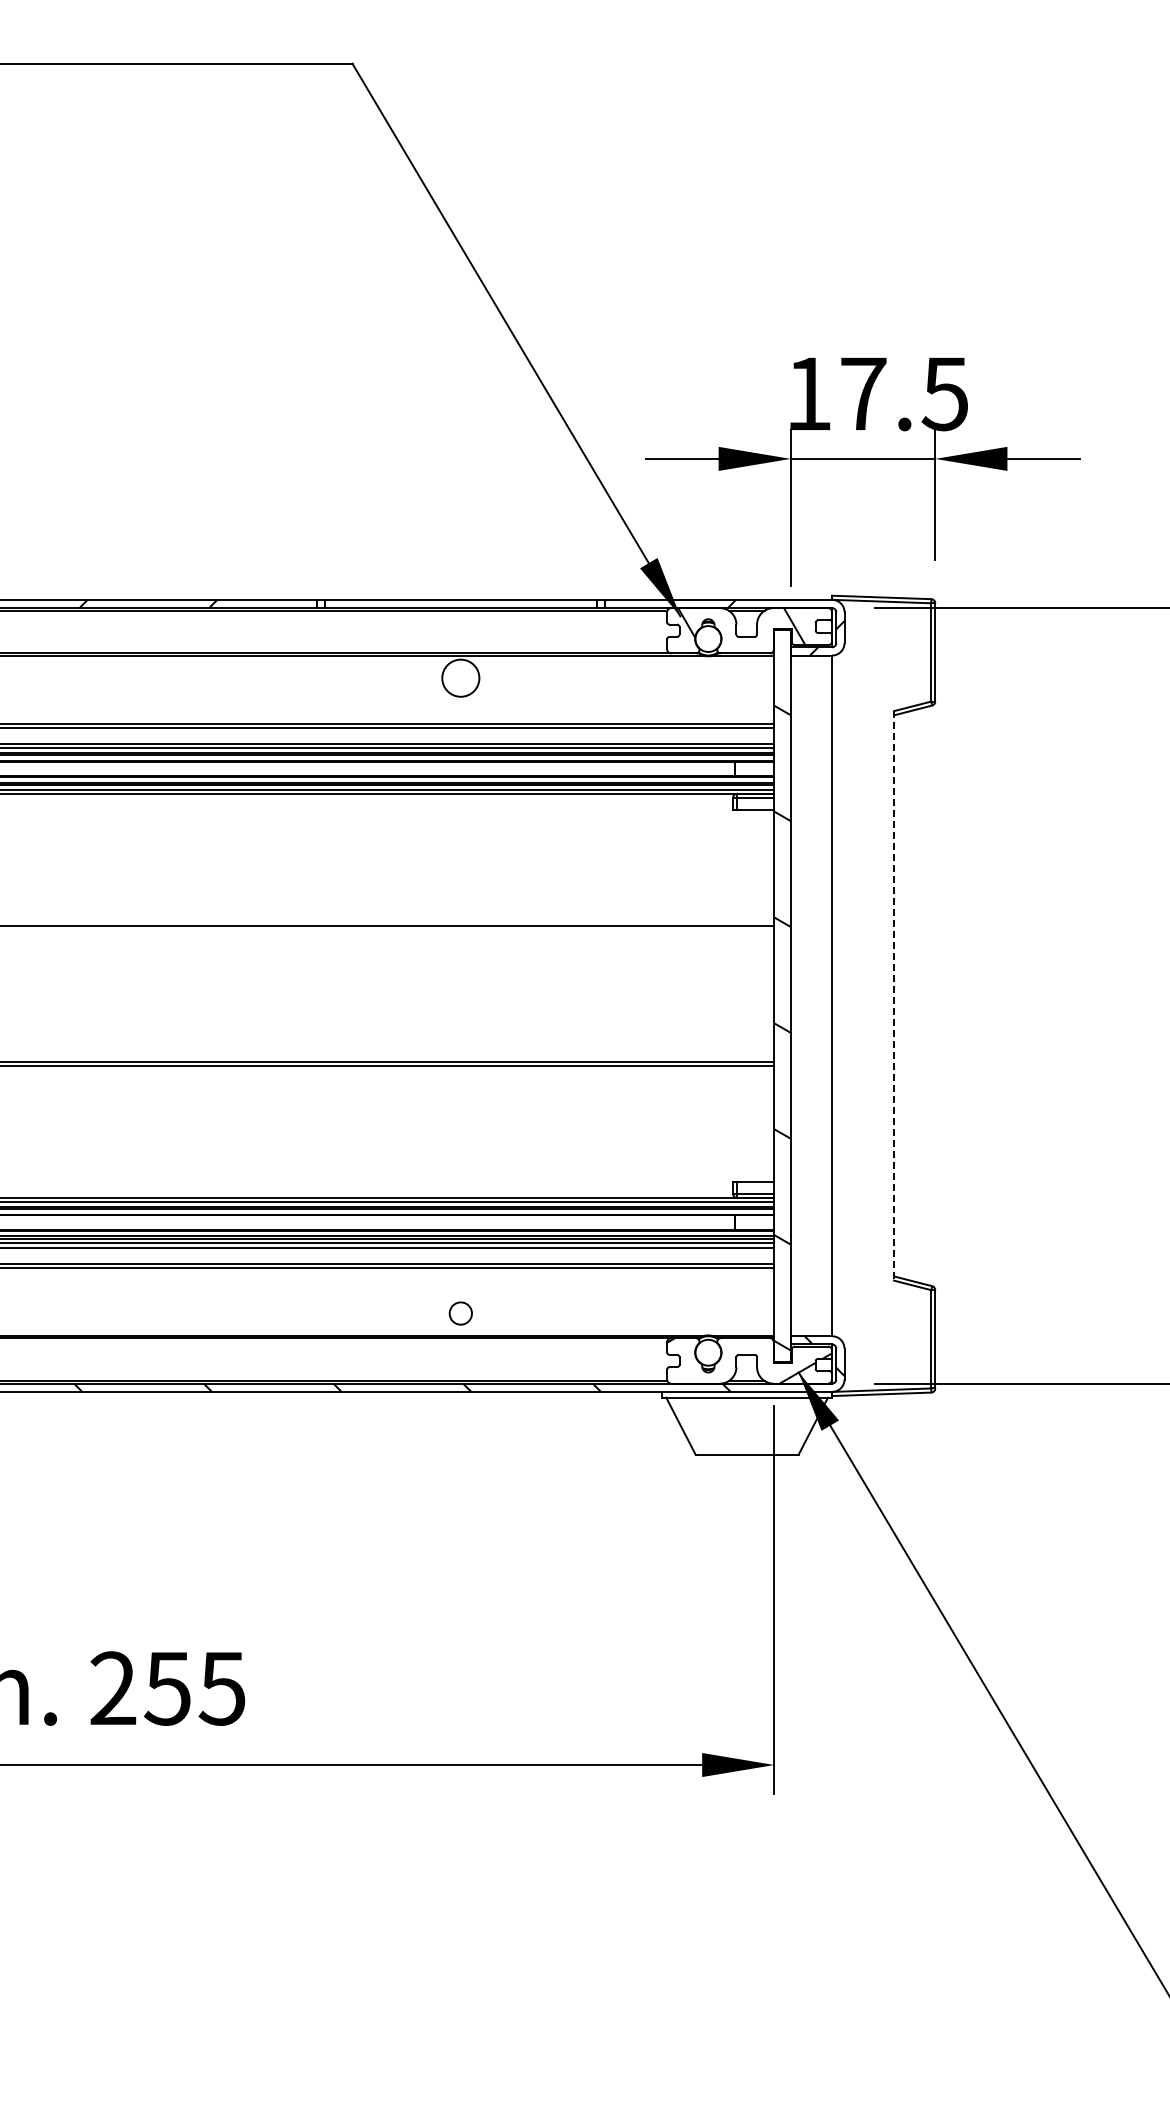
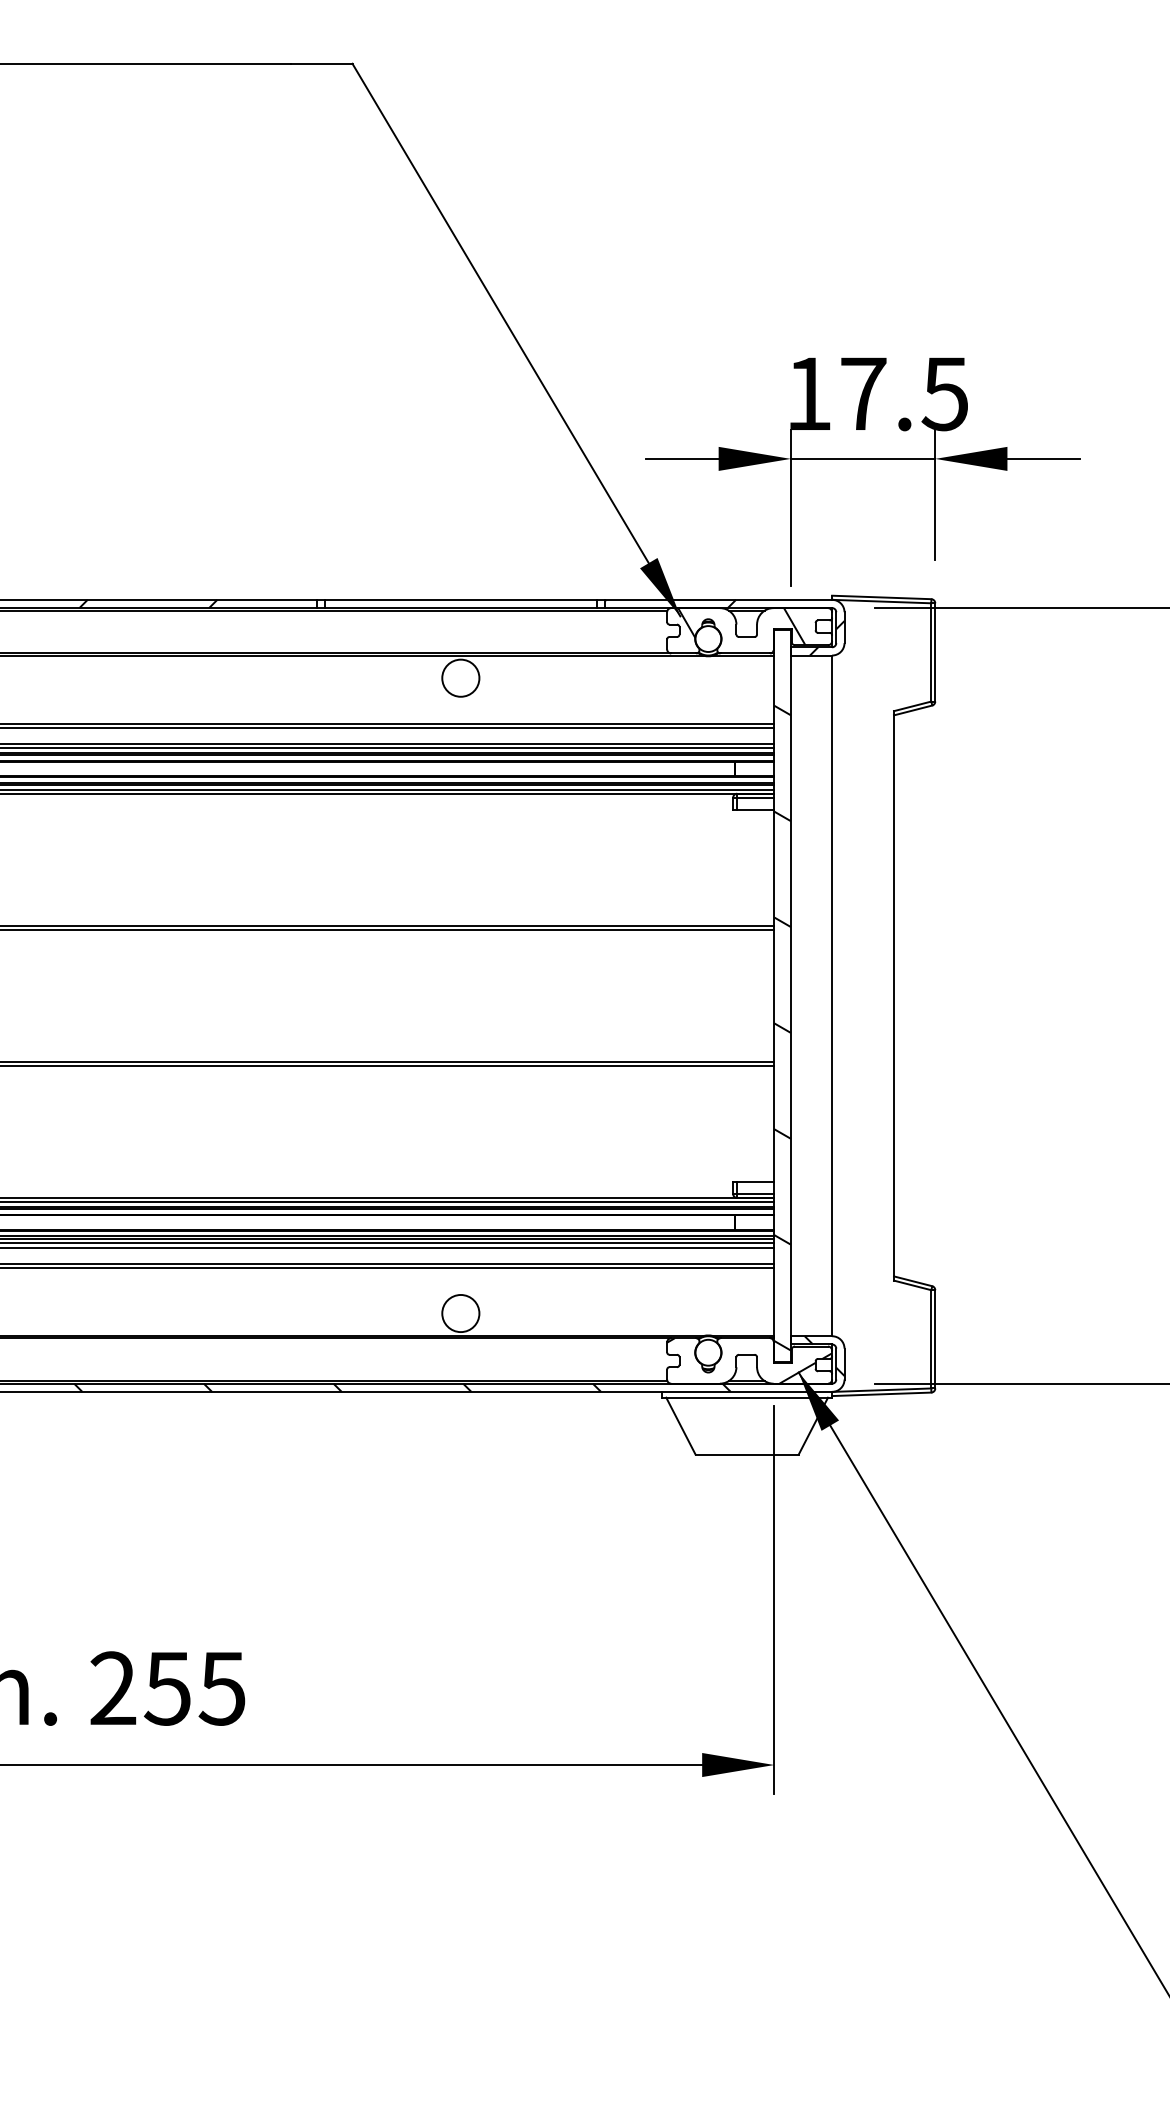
line at (388, 929): none -> present
line at (894, 995): dashed -> solid
circle at (460, 1313) diameter: 22 px -> 37 px
